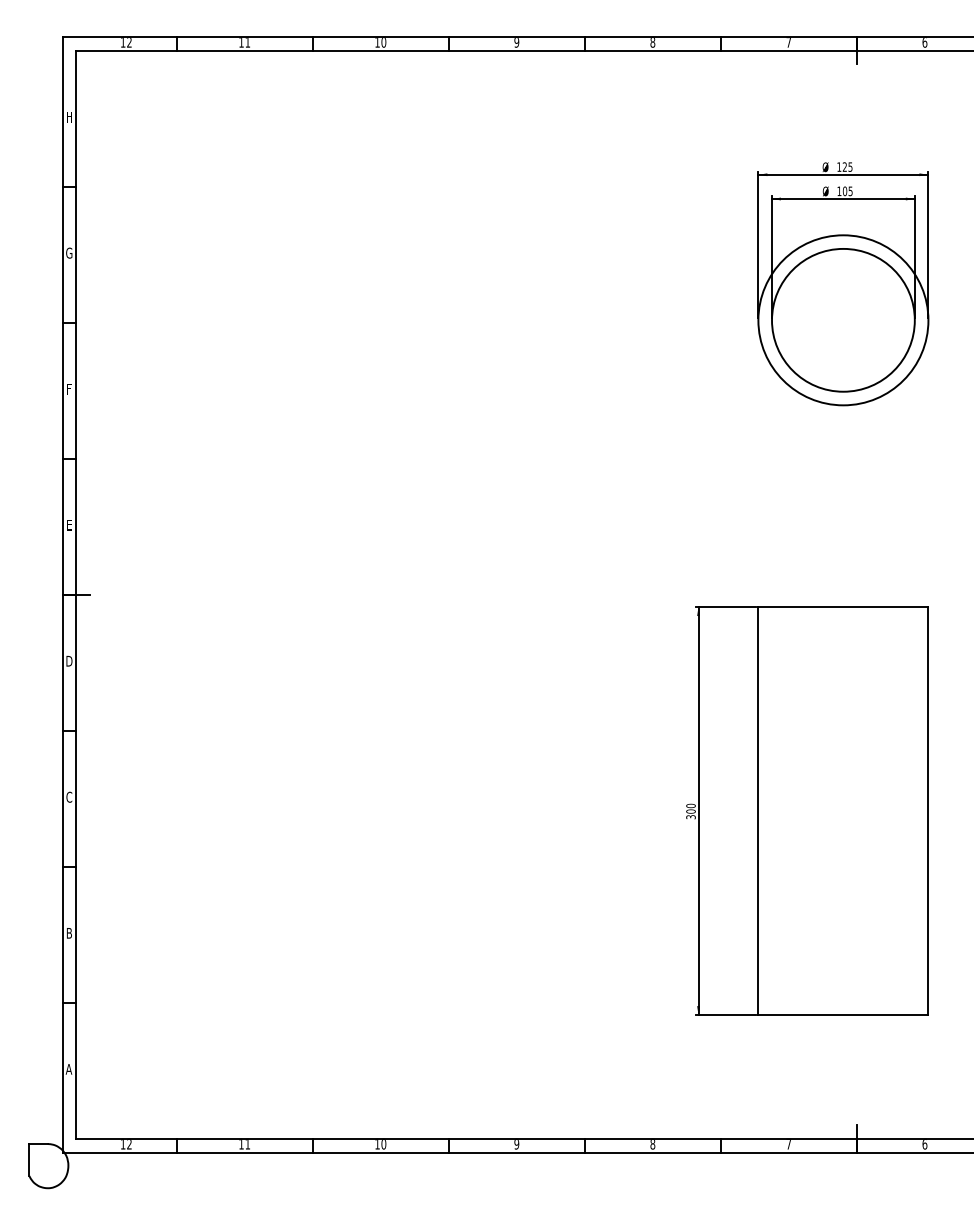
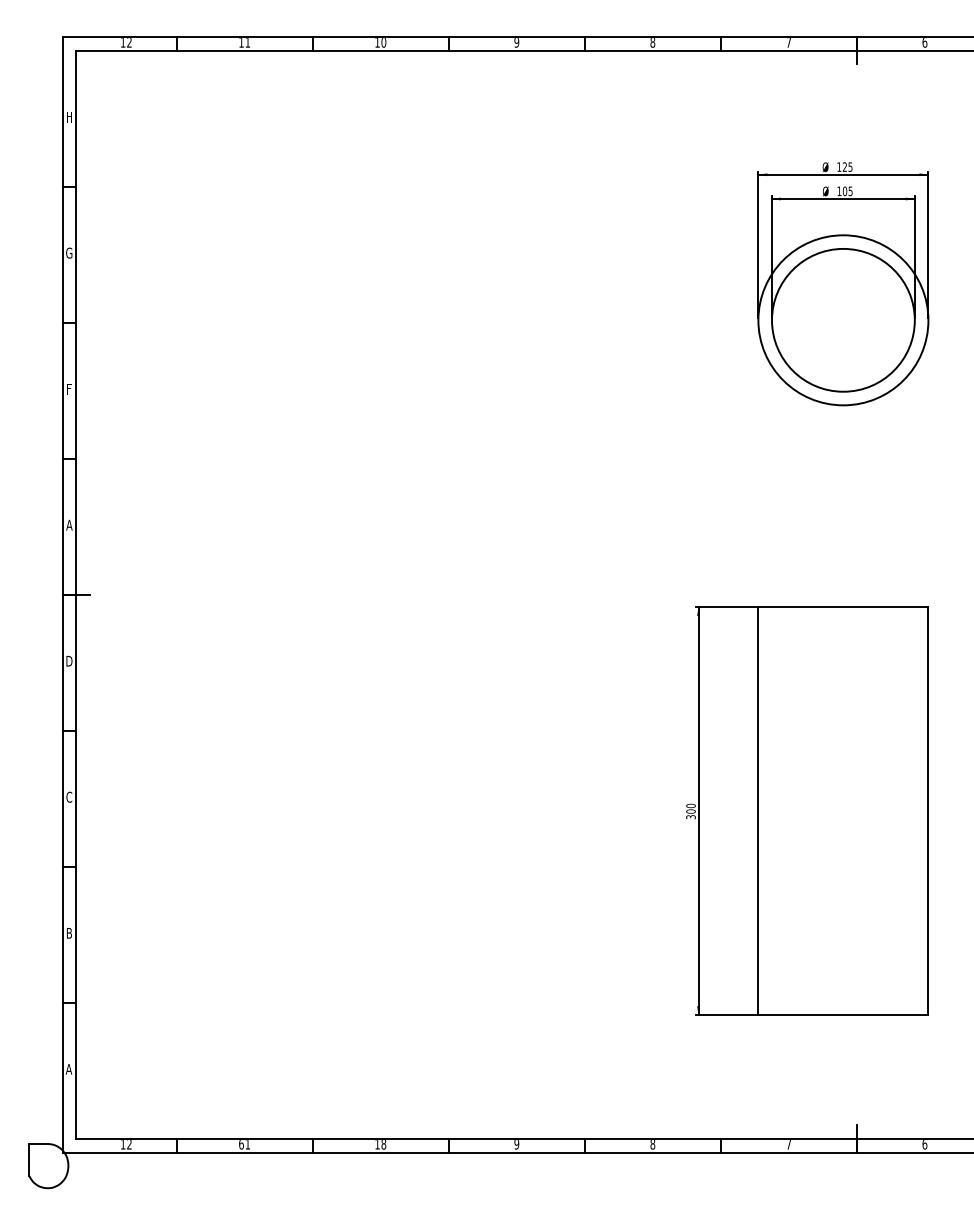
text at (69, 524): E -> A
text at (241, 1144): 11 -> 61
text at (383, 1144): 10 -> 18
